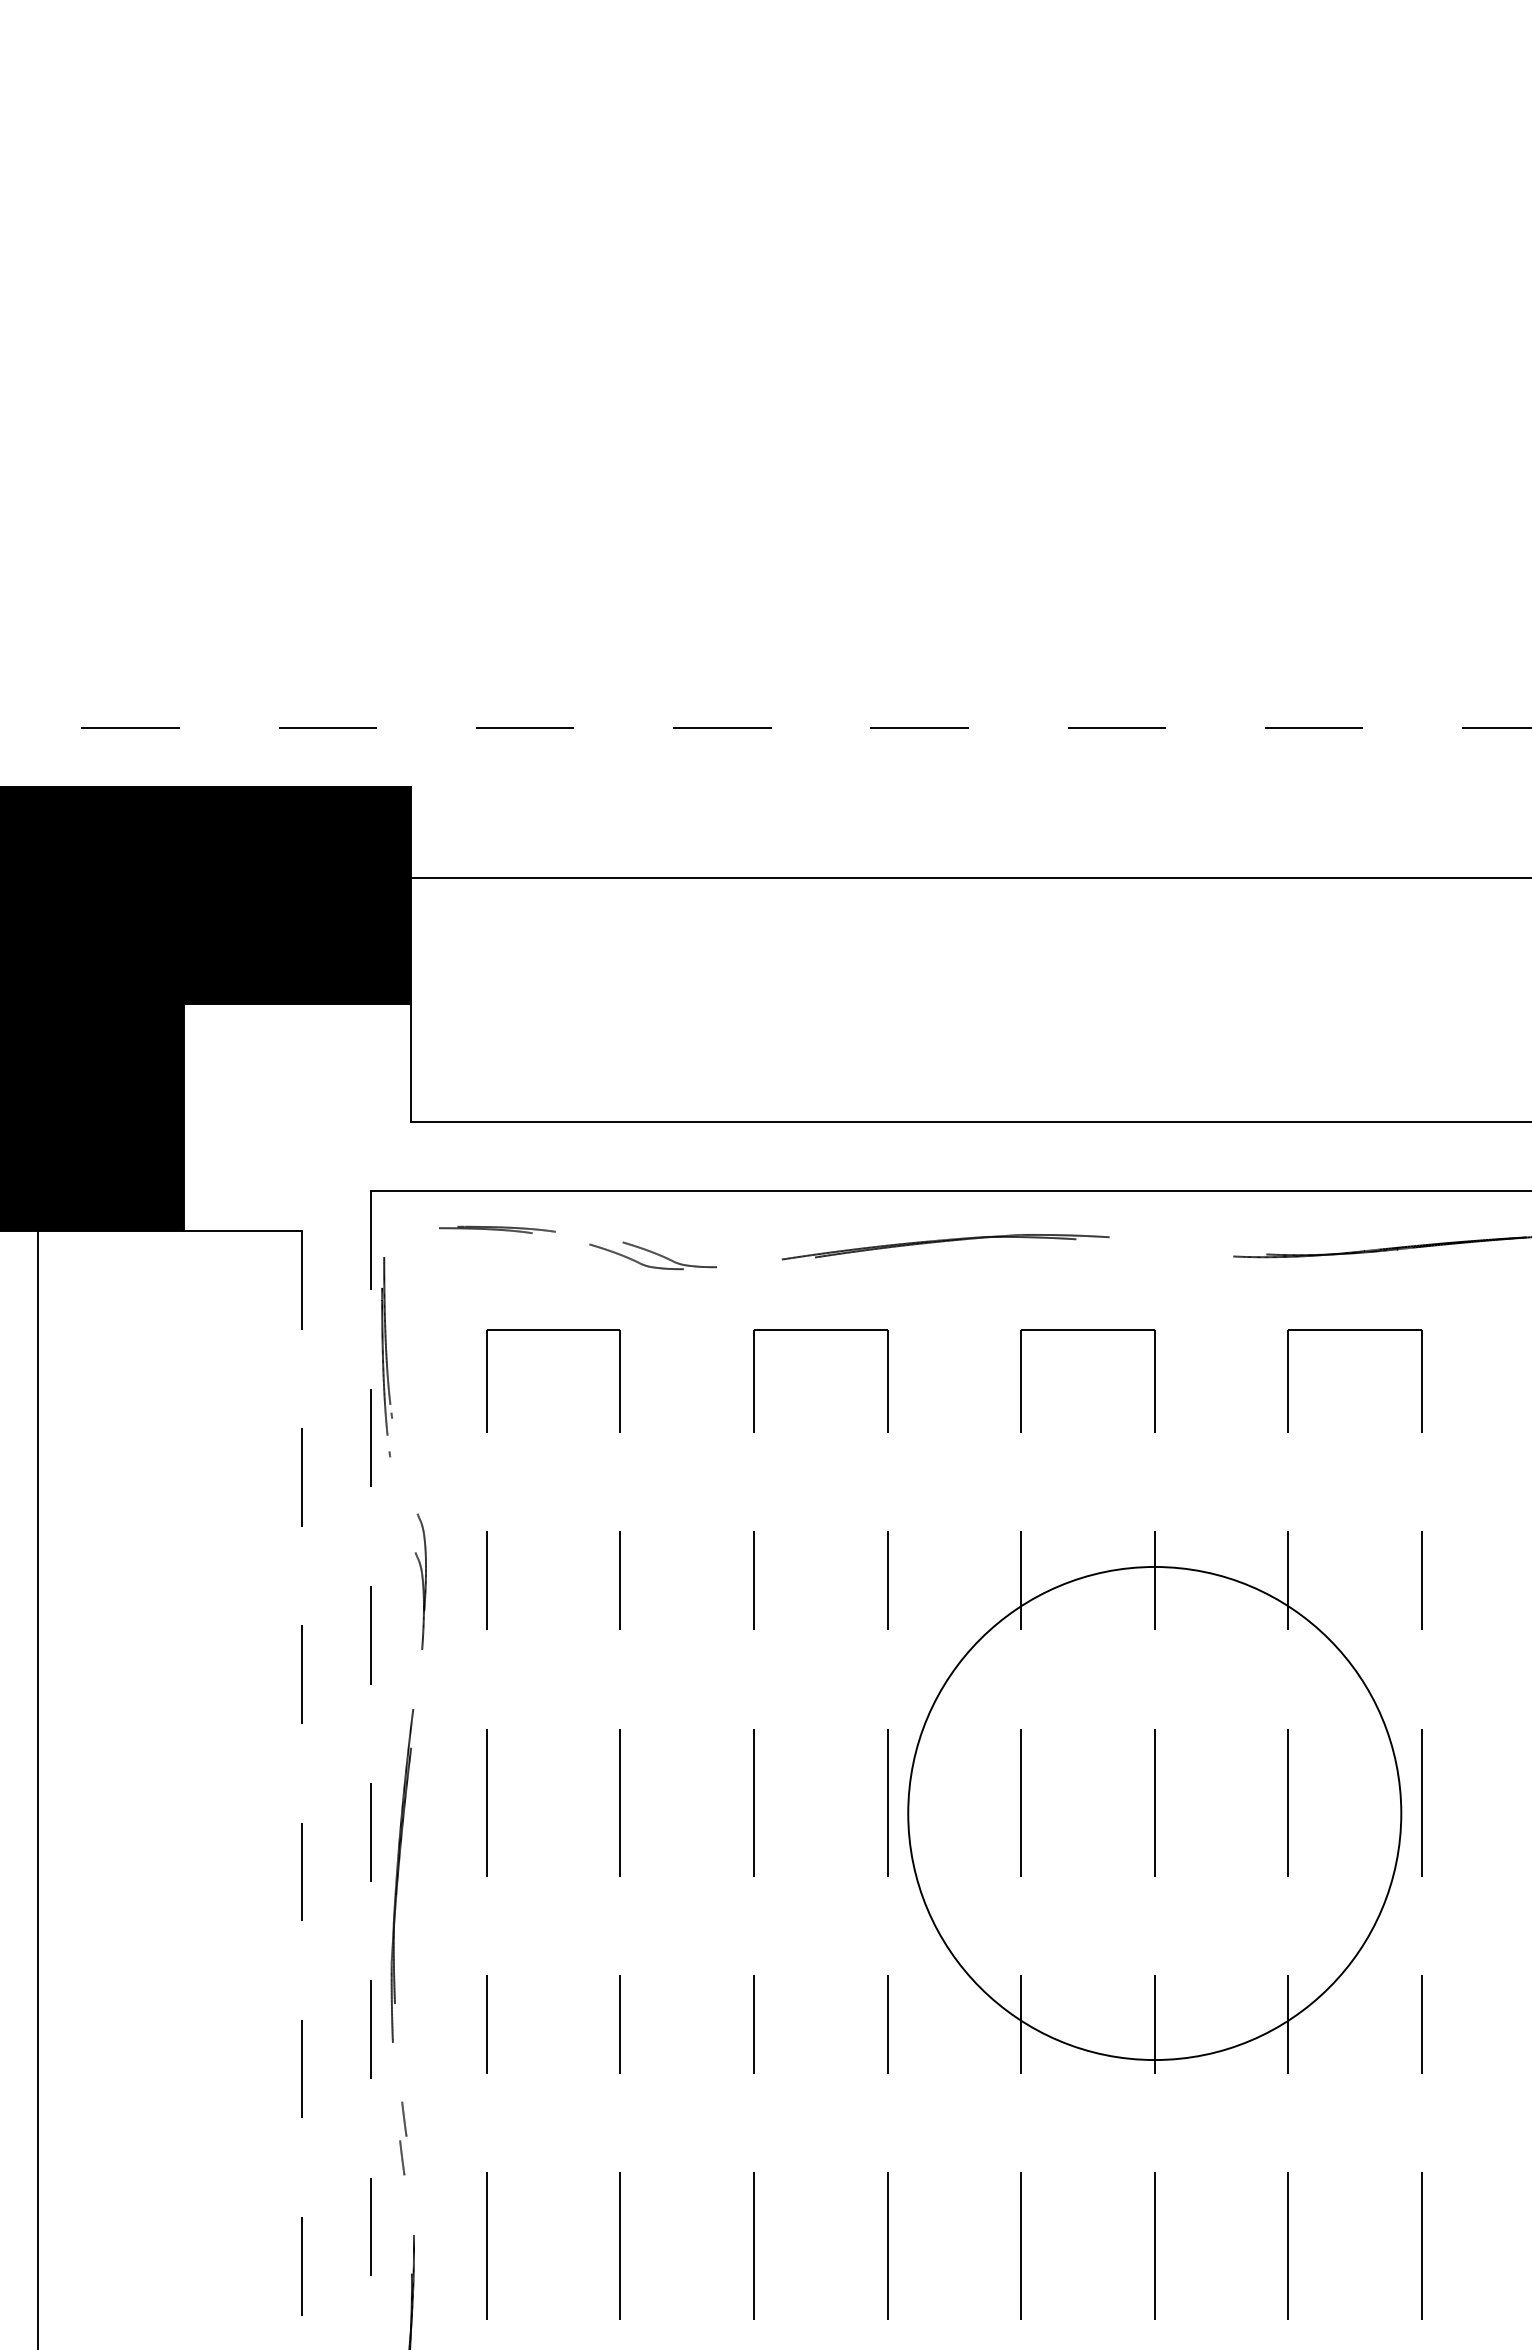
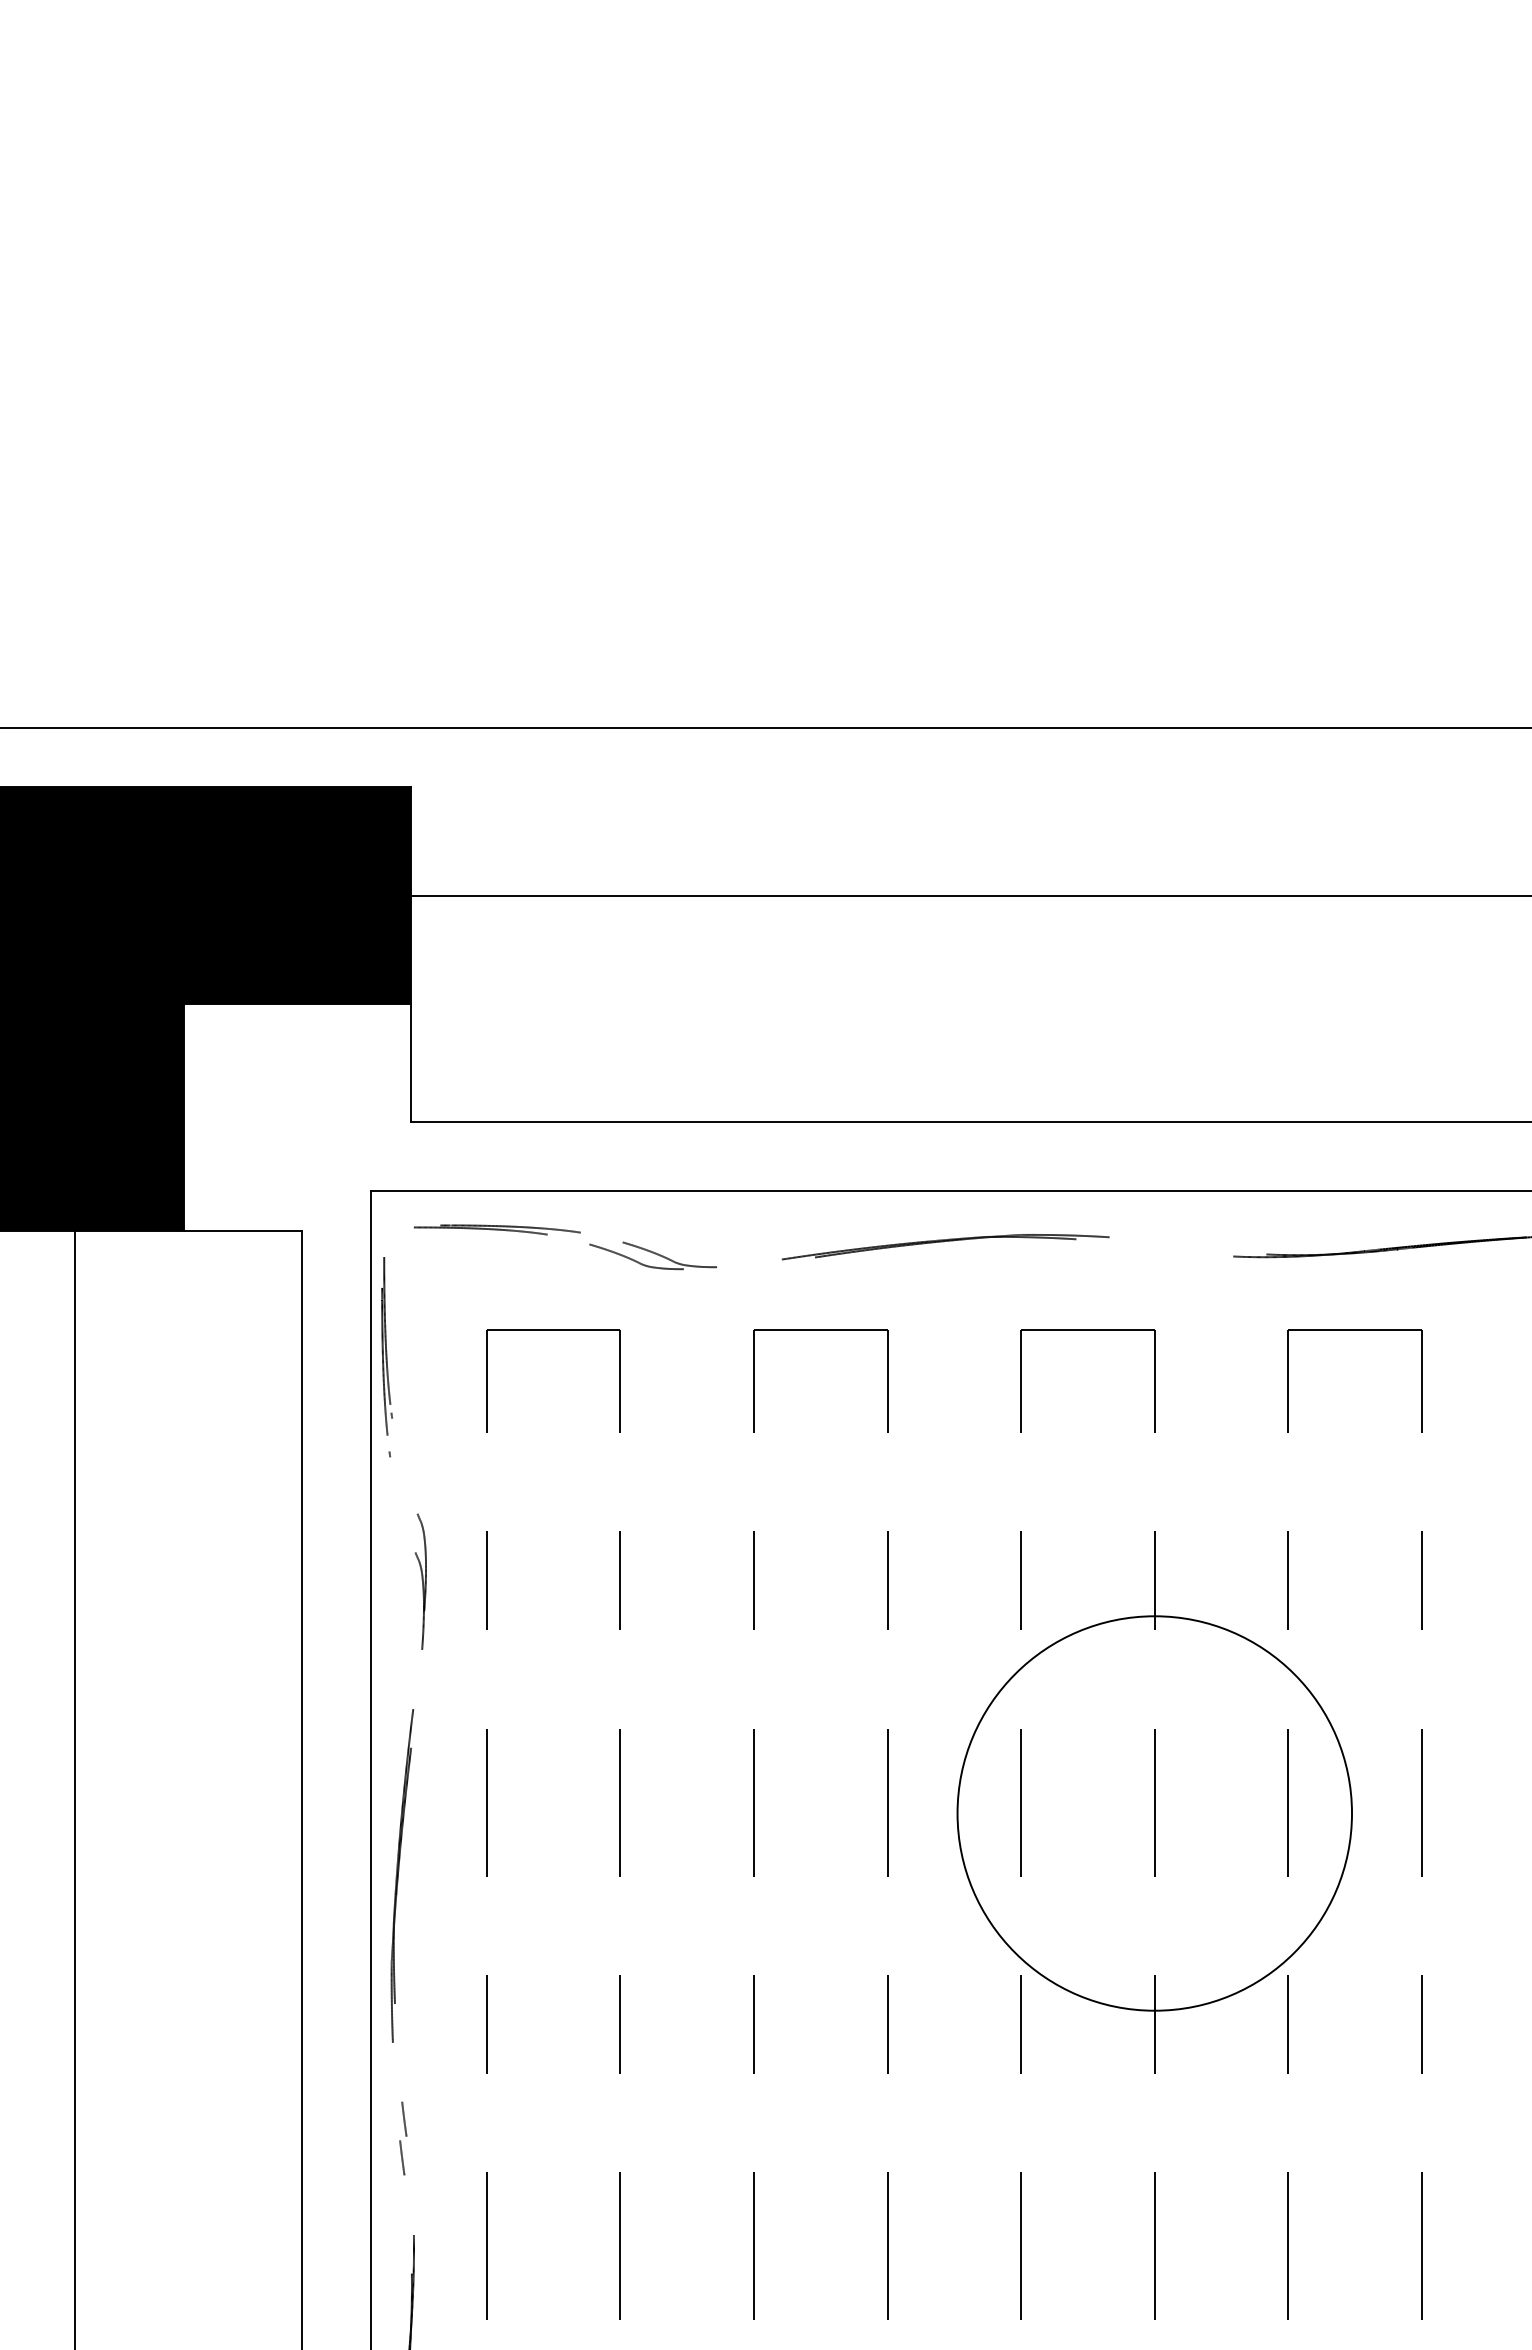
line at (765, 727): dashed -> solid
line at (969, 877) position: (969, 877) -> (969, 895)
part at (497, 1229) size: 117x9 px -> 167x12 px
line at (371, 1770): dashed -> solid
line at (38, 1788) position: (38, 1788) -> (75, 1788)
line at (302, 1790): dashed -> solid
circle at (1154, 1813) diameter: 493 px -> 394 px
